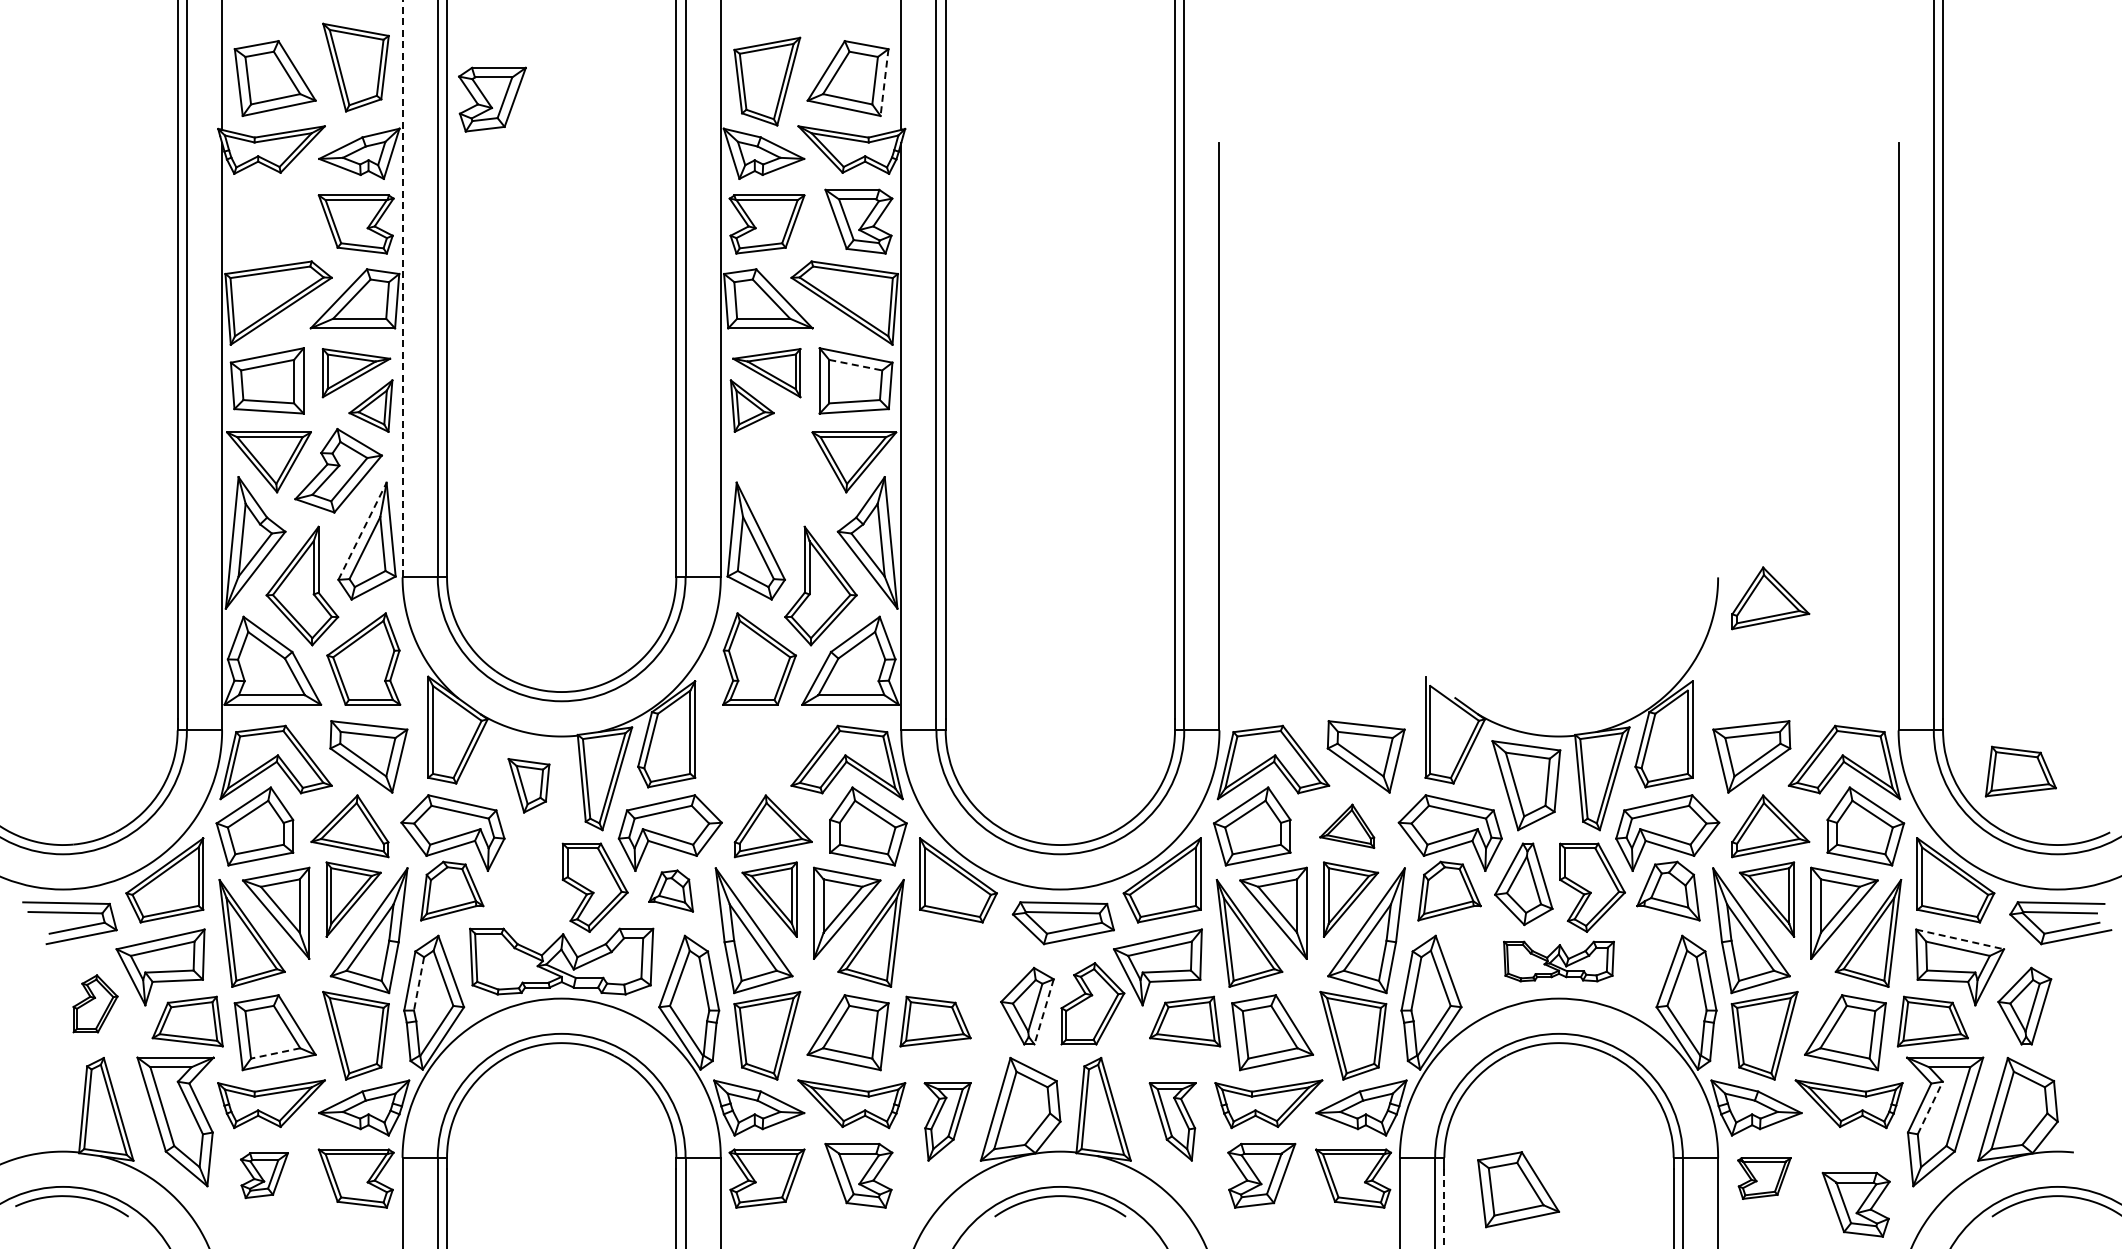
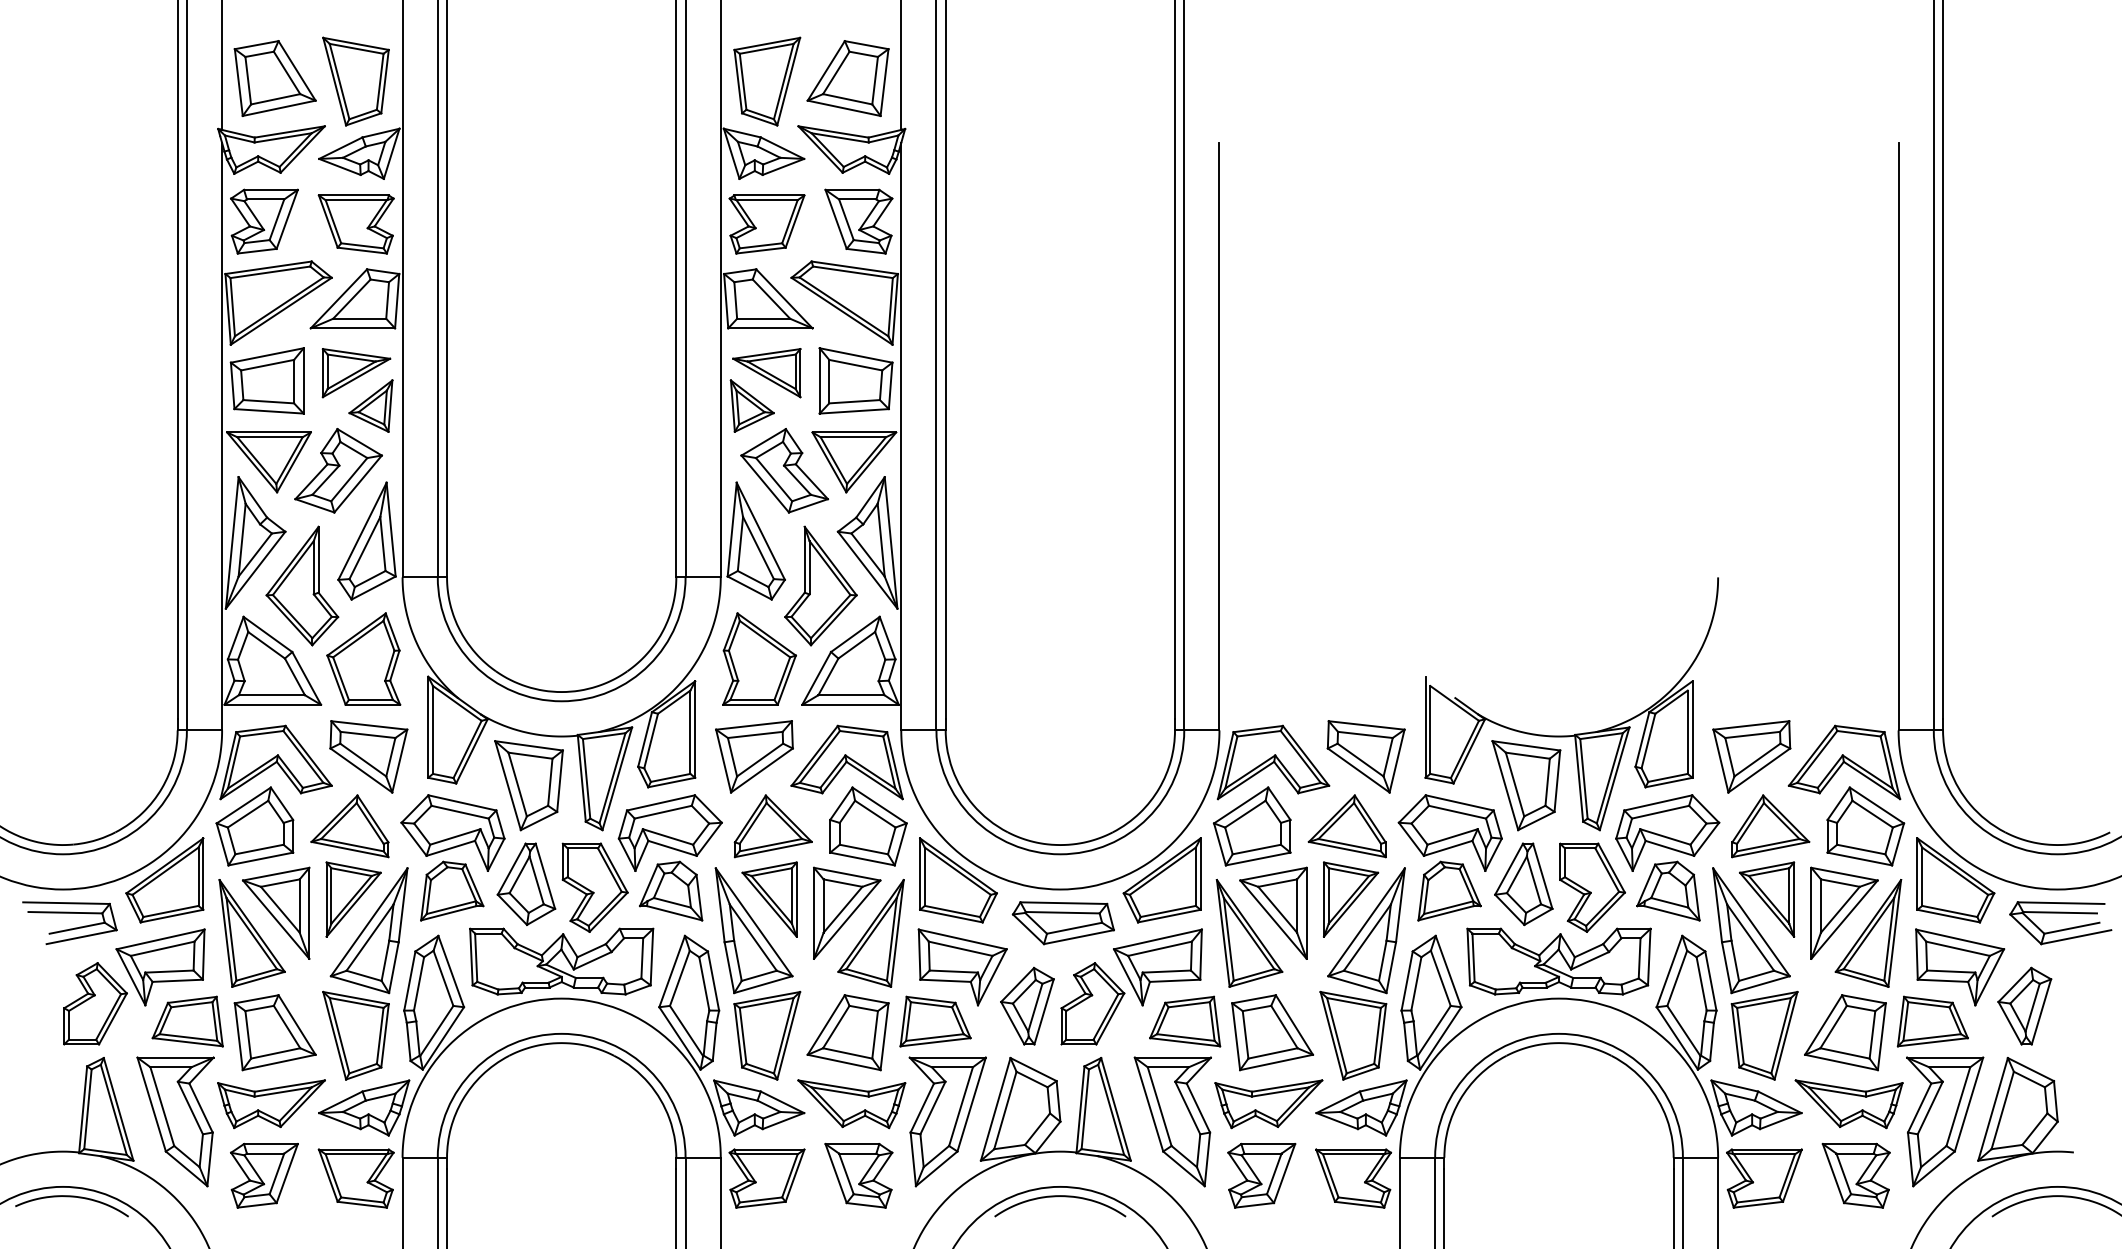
part at (355, 67) position: (355, 67) -> (355, 81)
line at (884, 82): dashed -> solid
part at (492, 99) position: (492, 99) -> (264, 221)
line at (402, 288): dashed -> solid
line at (855, 365): dashed -> solid
part at (784, 470): none -> present
line at (362, 530): dashed -> solid
part at (1770, 598): present -> none
part at (754, 756): none -> present
part at (2020, 771): present -> none
part at (528, 785) size: 44x56 px -> 70x92 px
part at (1347, 825) size: 57x46 px -> 80x65 px
part at (526, 883): none -> present
part at (671, 890) size: 47x44 px -> 65x62 px
line at (1960, 939): dashed -> solid
part at (1558, 961) size: 112x43 px -> 186x69 px
part at (962, 967): none -> present
line at (418, 984): dashed -> solid
part at (95, 1003) size: 47x60 px -> 65x84 px
line at (1044, 1011): dashed -> solid
line at (275, 1053): dashed -> solid
line at (1930, 1107): dashed -> solid
part at (947, 1121) size: 49x80 px -> 79x132 px
part at (1172, 1121) size: 49x80 px -> 79x132 px
part at (264, 1175) size: 49x48 px -> 69x67 px
part at (1764, 1178) size: 55x43 px -> 77x61 px
part at (1518, 1189): present -> none
part at (1855, 1204) position: (1855, 1204) -> (1855, 1175)
line at (1444, 1208): dashed -> solid
